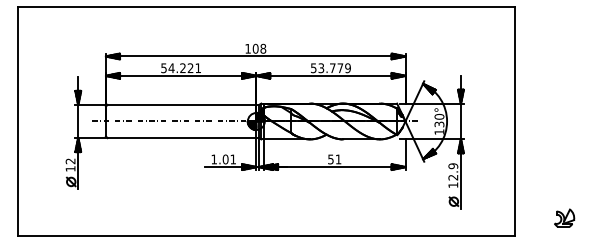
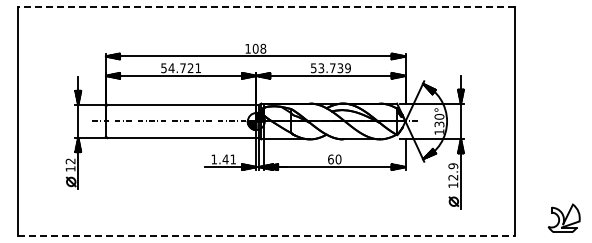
line at (266, 7): solid -> dashed
text at (182, 68): 54.221 -> 54.721
text at (340, 68): 53.779 -> 53.739
text at (225, 159): 1.01 -> 1.41
text at (334, 159): 51 -> 60
part at (564, 217) size: 22x20 px -> 34x30 px
line at (266, 235): solid -> dashed
